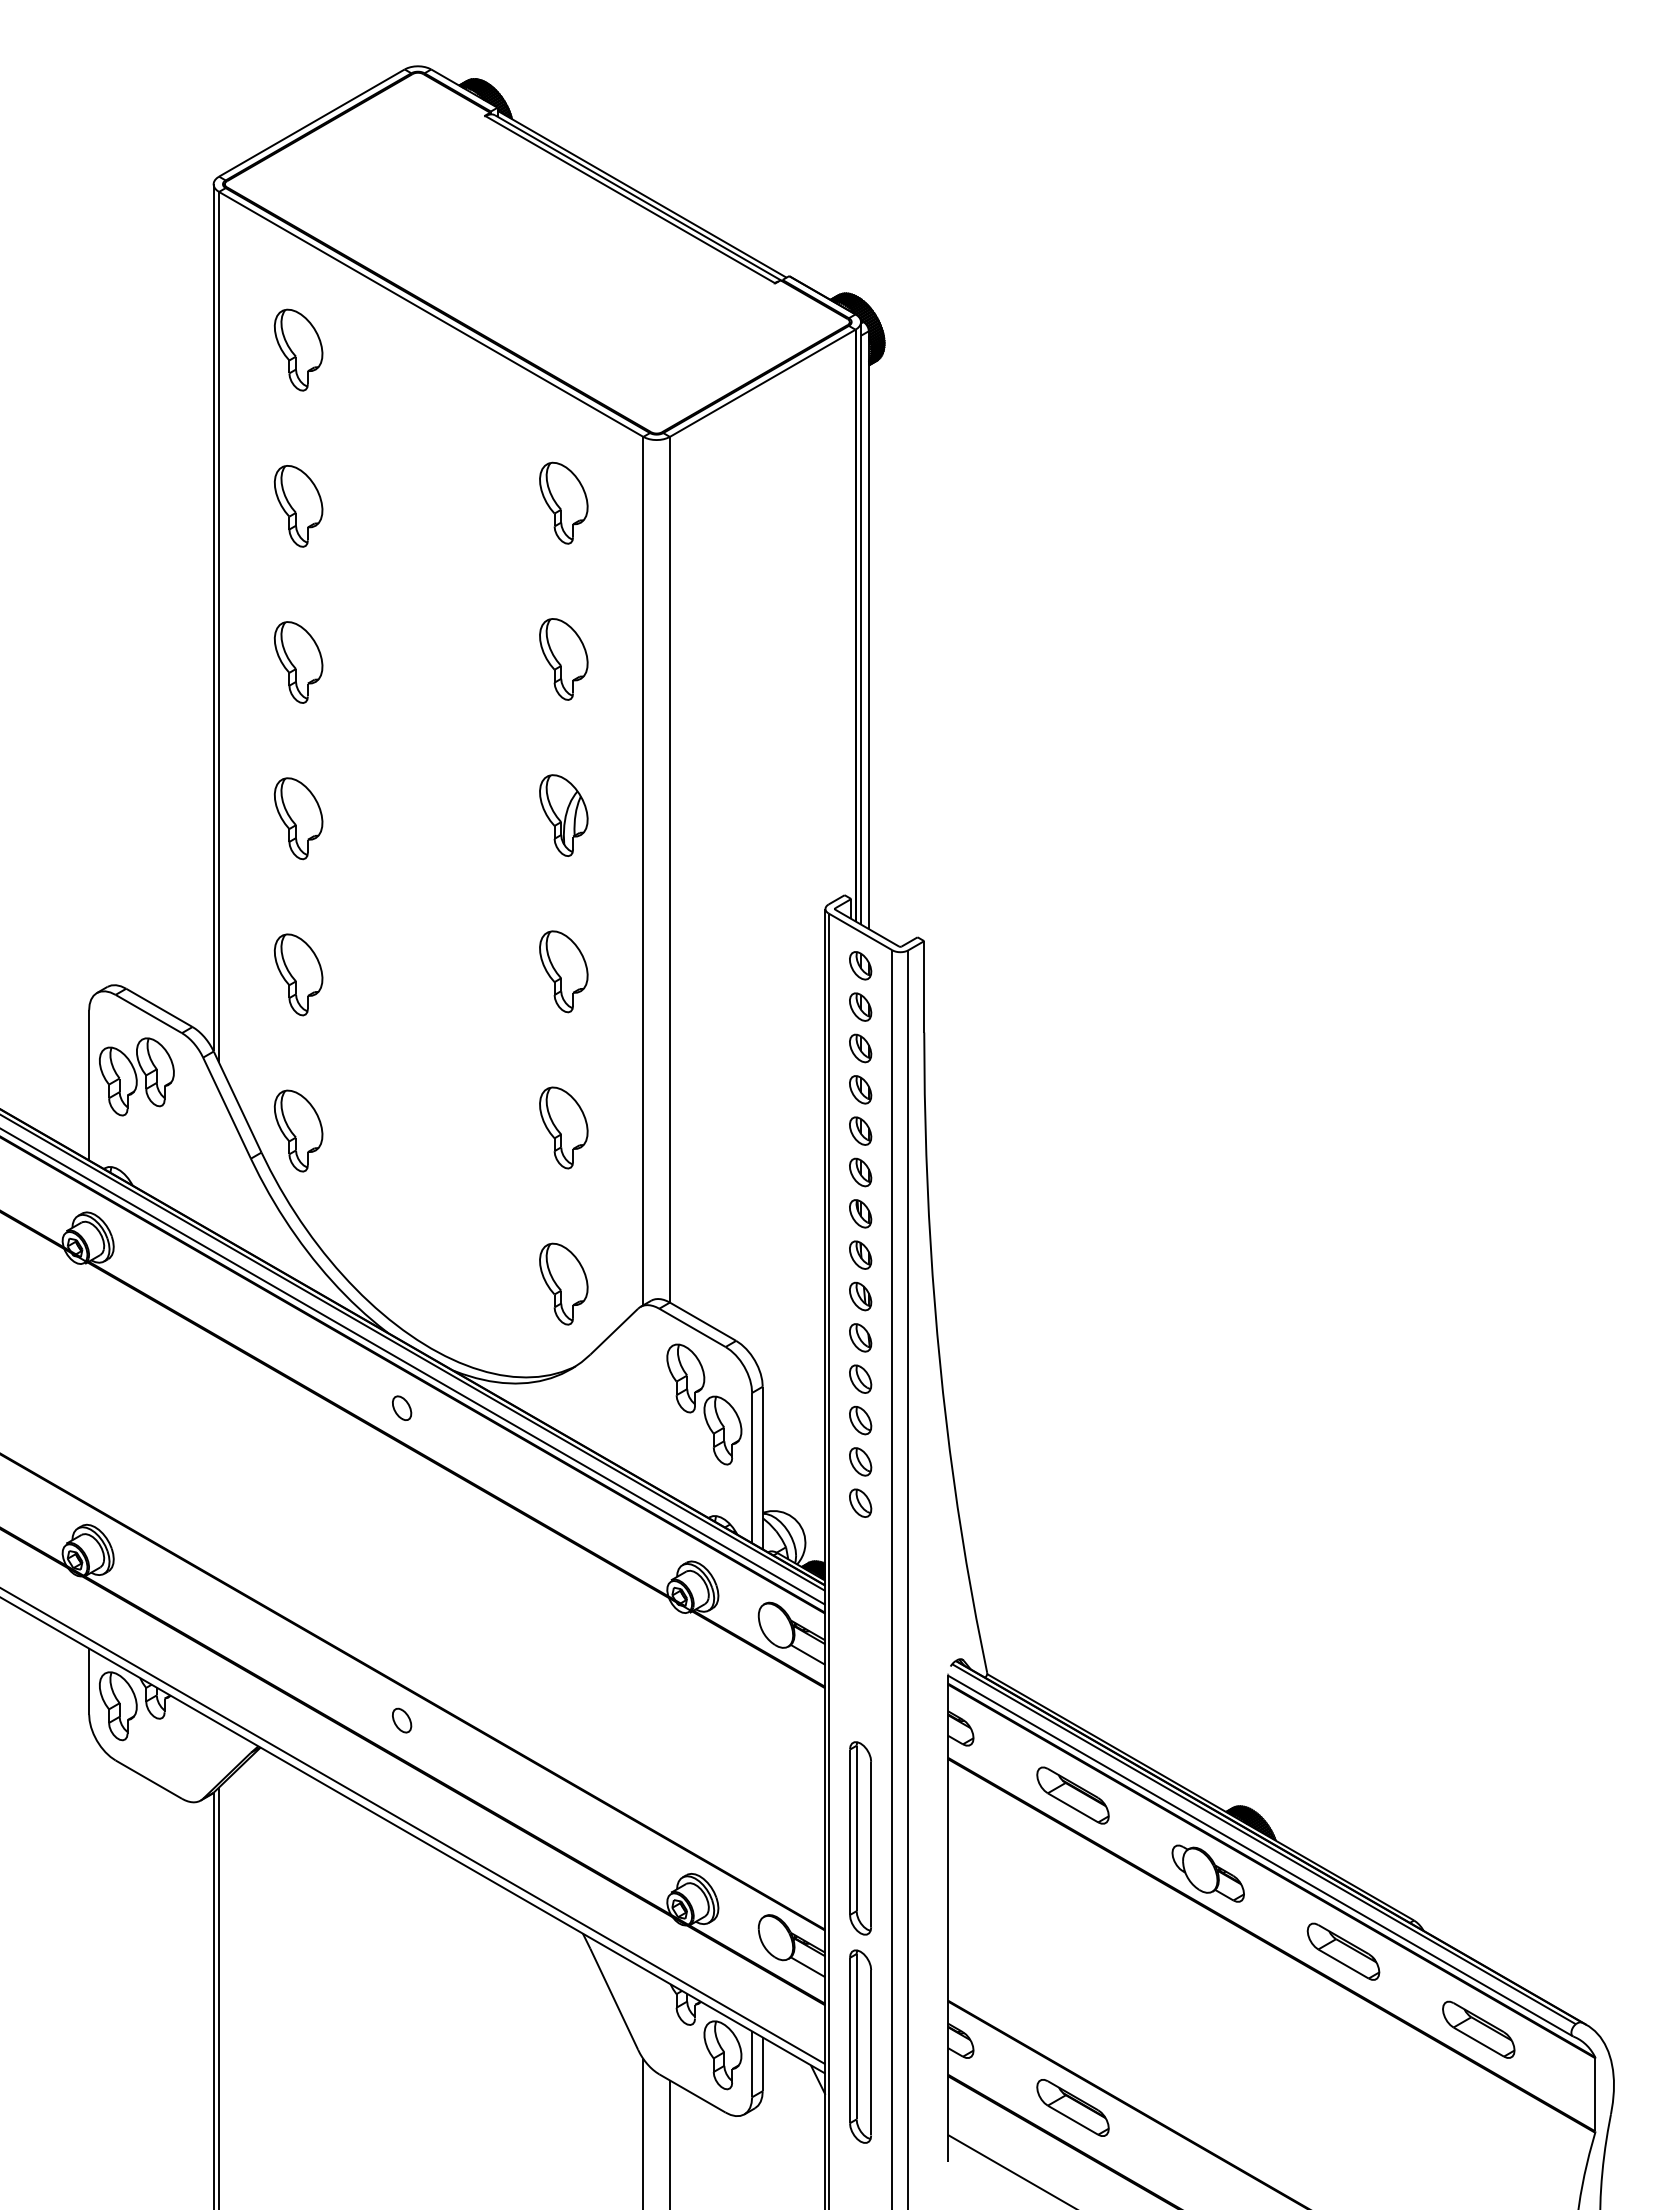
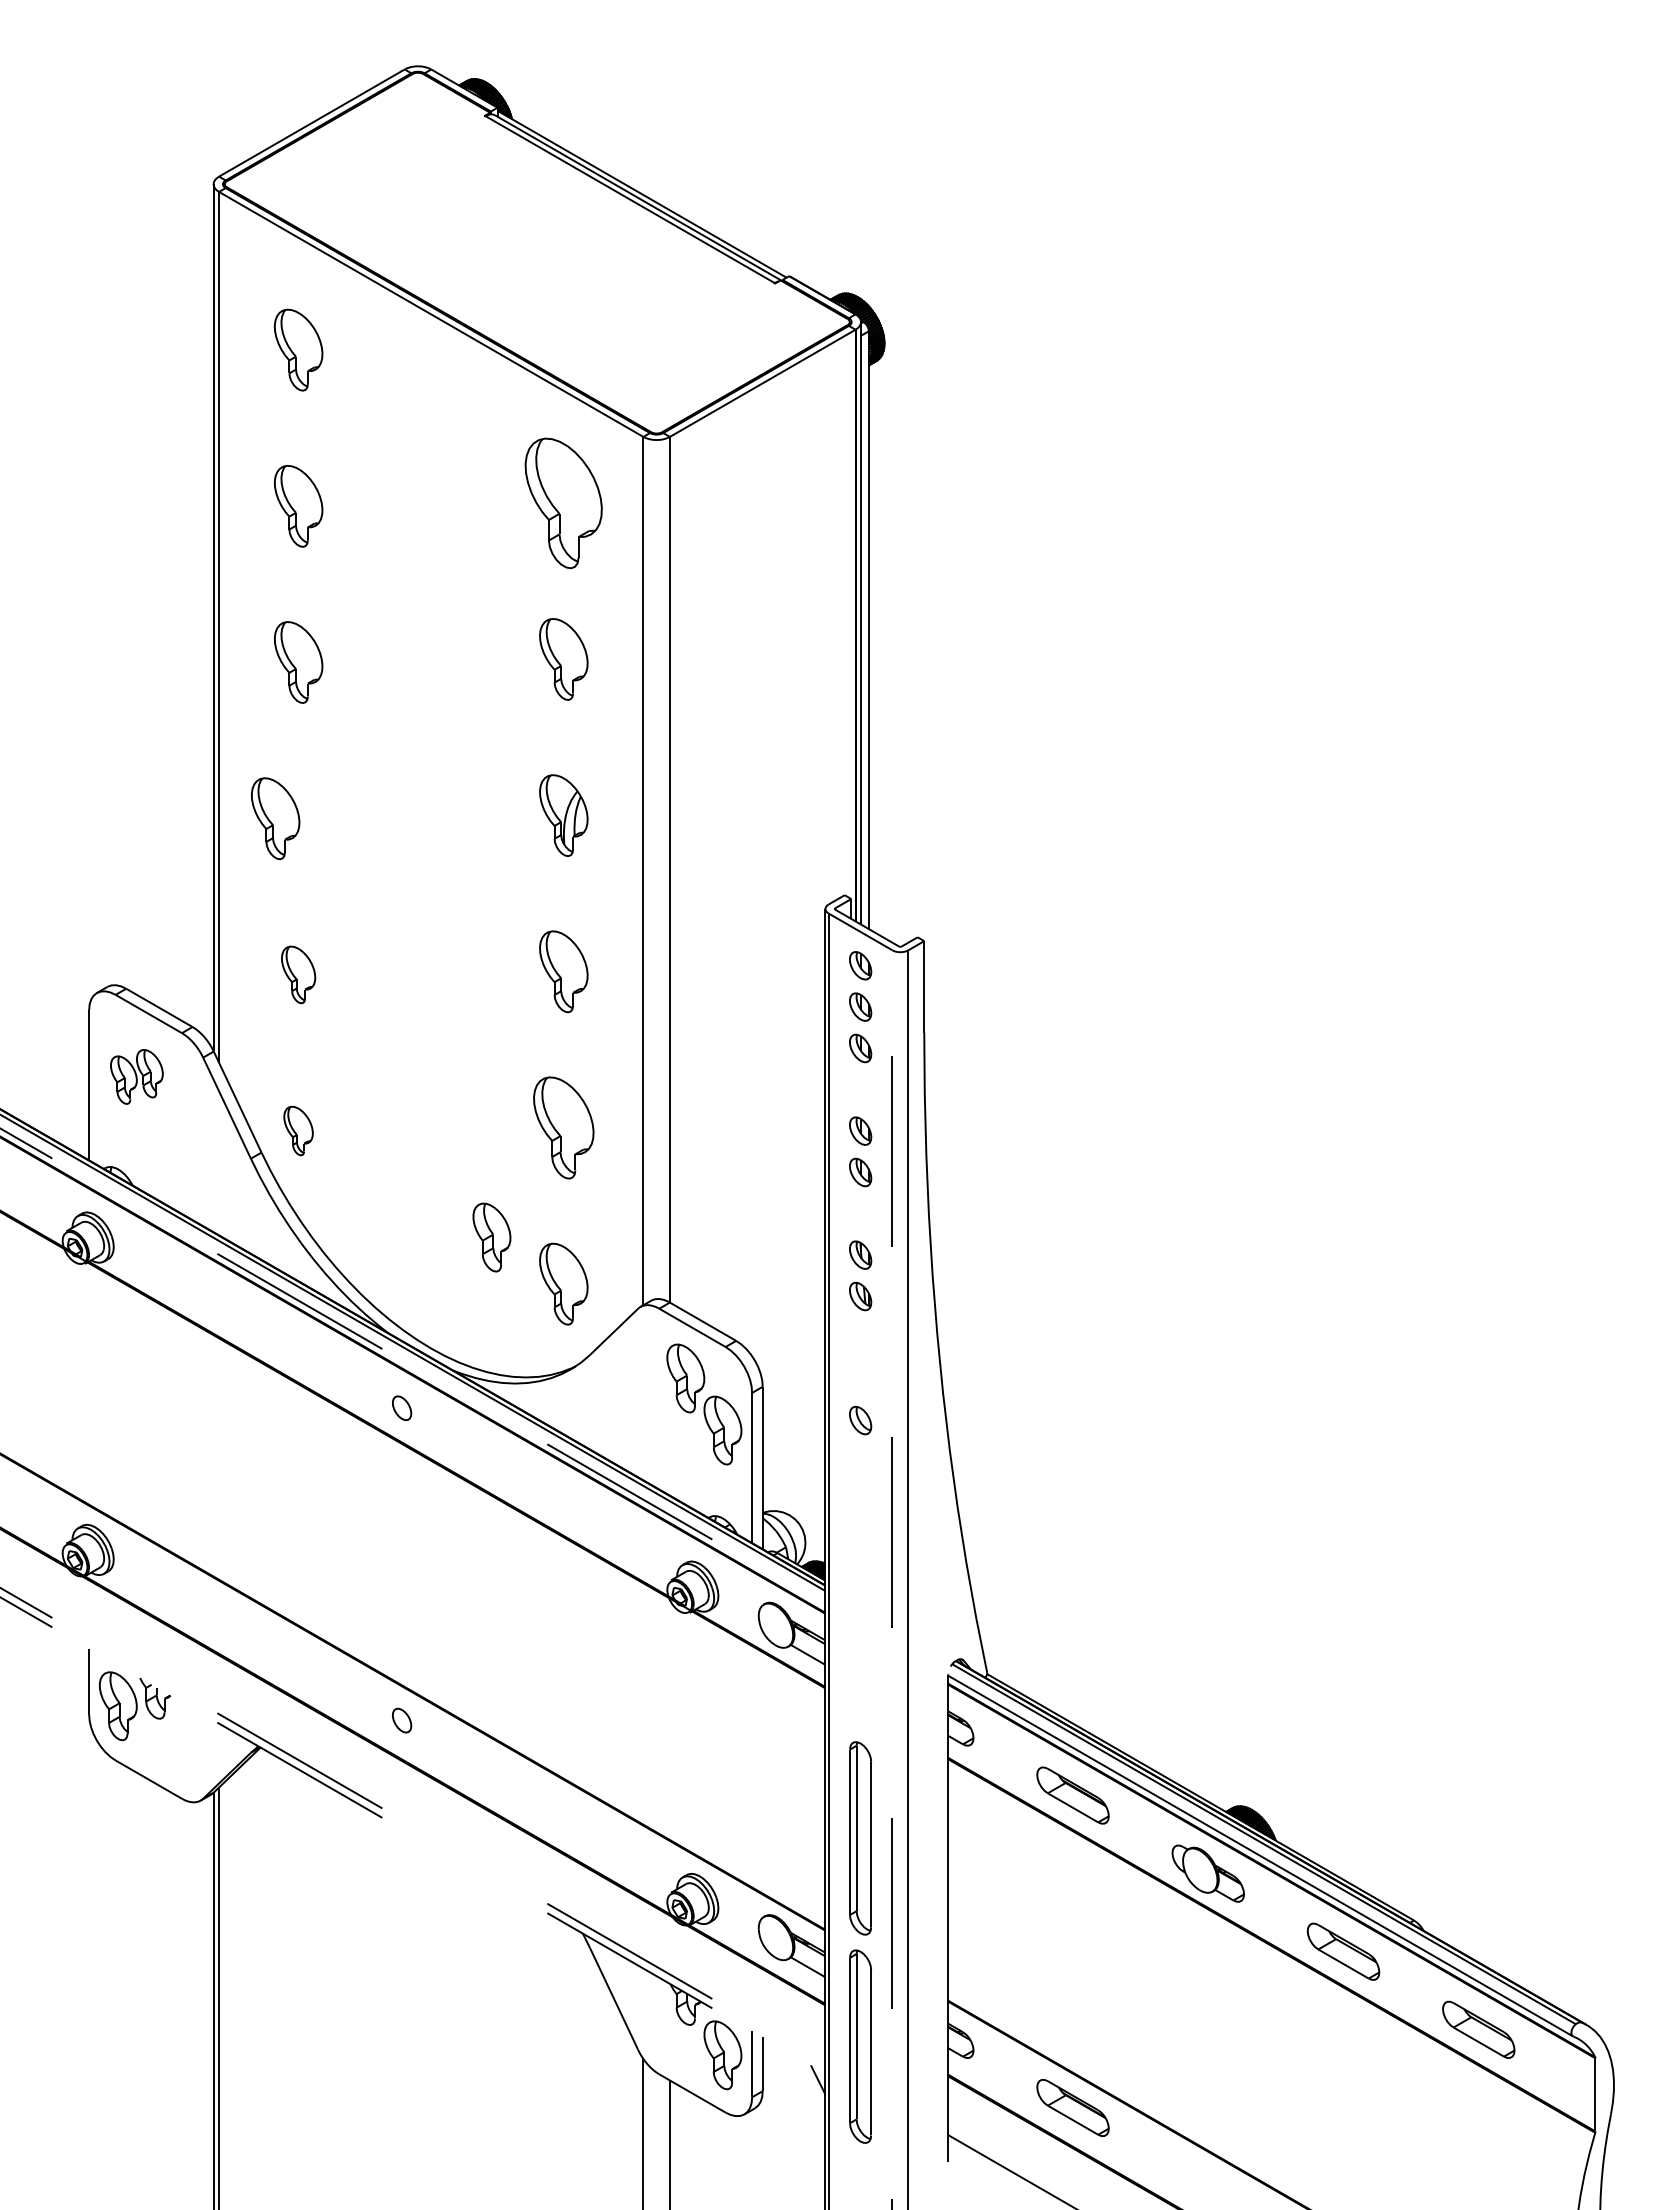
part at (563, 502) size: 50x84 px -> 79x133 px
part at (298, 818) position: (298, 818) -> (275, 818)
part at (298, 974) size: 51x84 px -> 36x60 px
part at (136, 1076) size: 76x80 px -> 54x56 px
part at (860, 1089): present -> none
part at (563, 1127) size: 50x84 px -> 62x104 px
part at (298, 1130) size: 51x84 px -> 31x52 px
part at (860, 1213): present -> none
part at (491, 1237): none -> present
part at (860, 1337): present -> none
line at (413, 1367): solid -> dashed
part at (860, 1378): present -> none
part at (860, 1461): present -> none
part at (860, 1502): present -> none
line at (892, 1580): solid -> dashed
line at (413, 1826): solid -> dashed
line at (413, 1835): solid -> dashed
